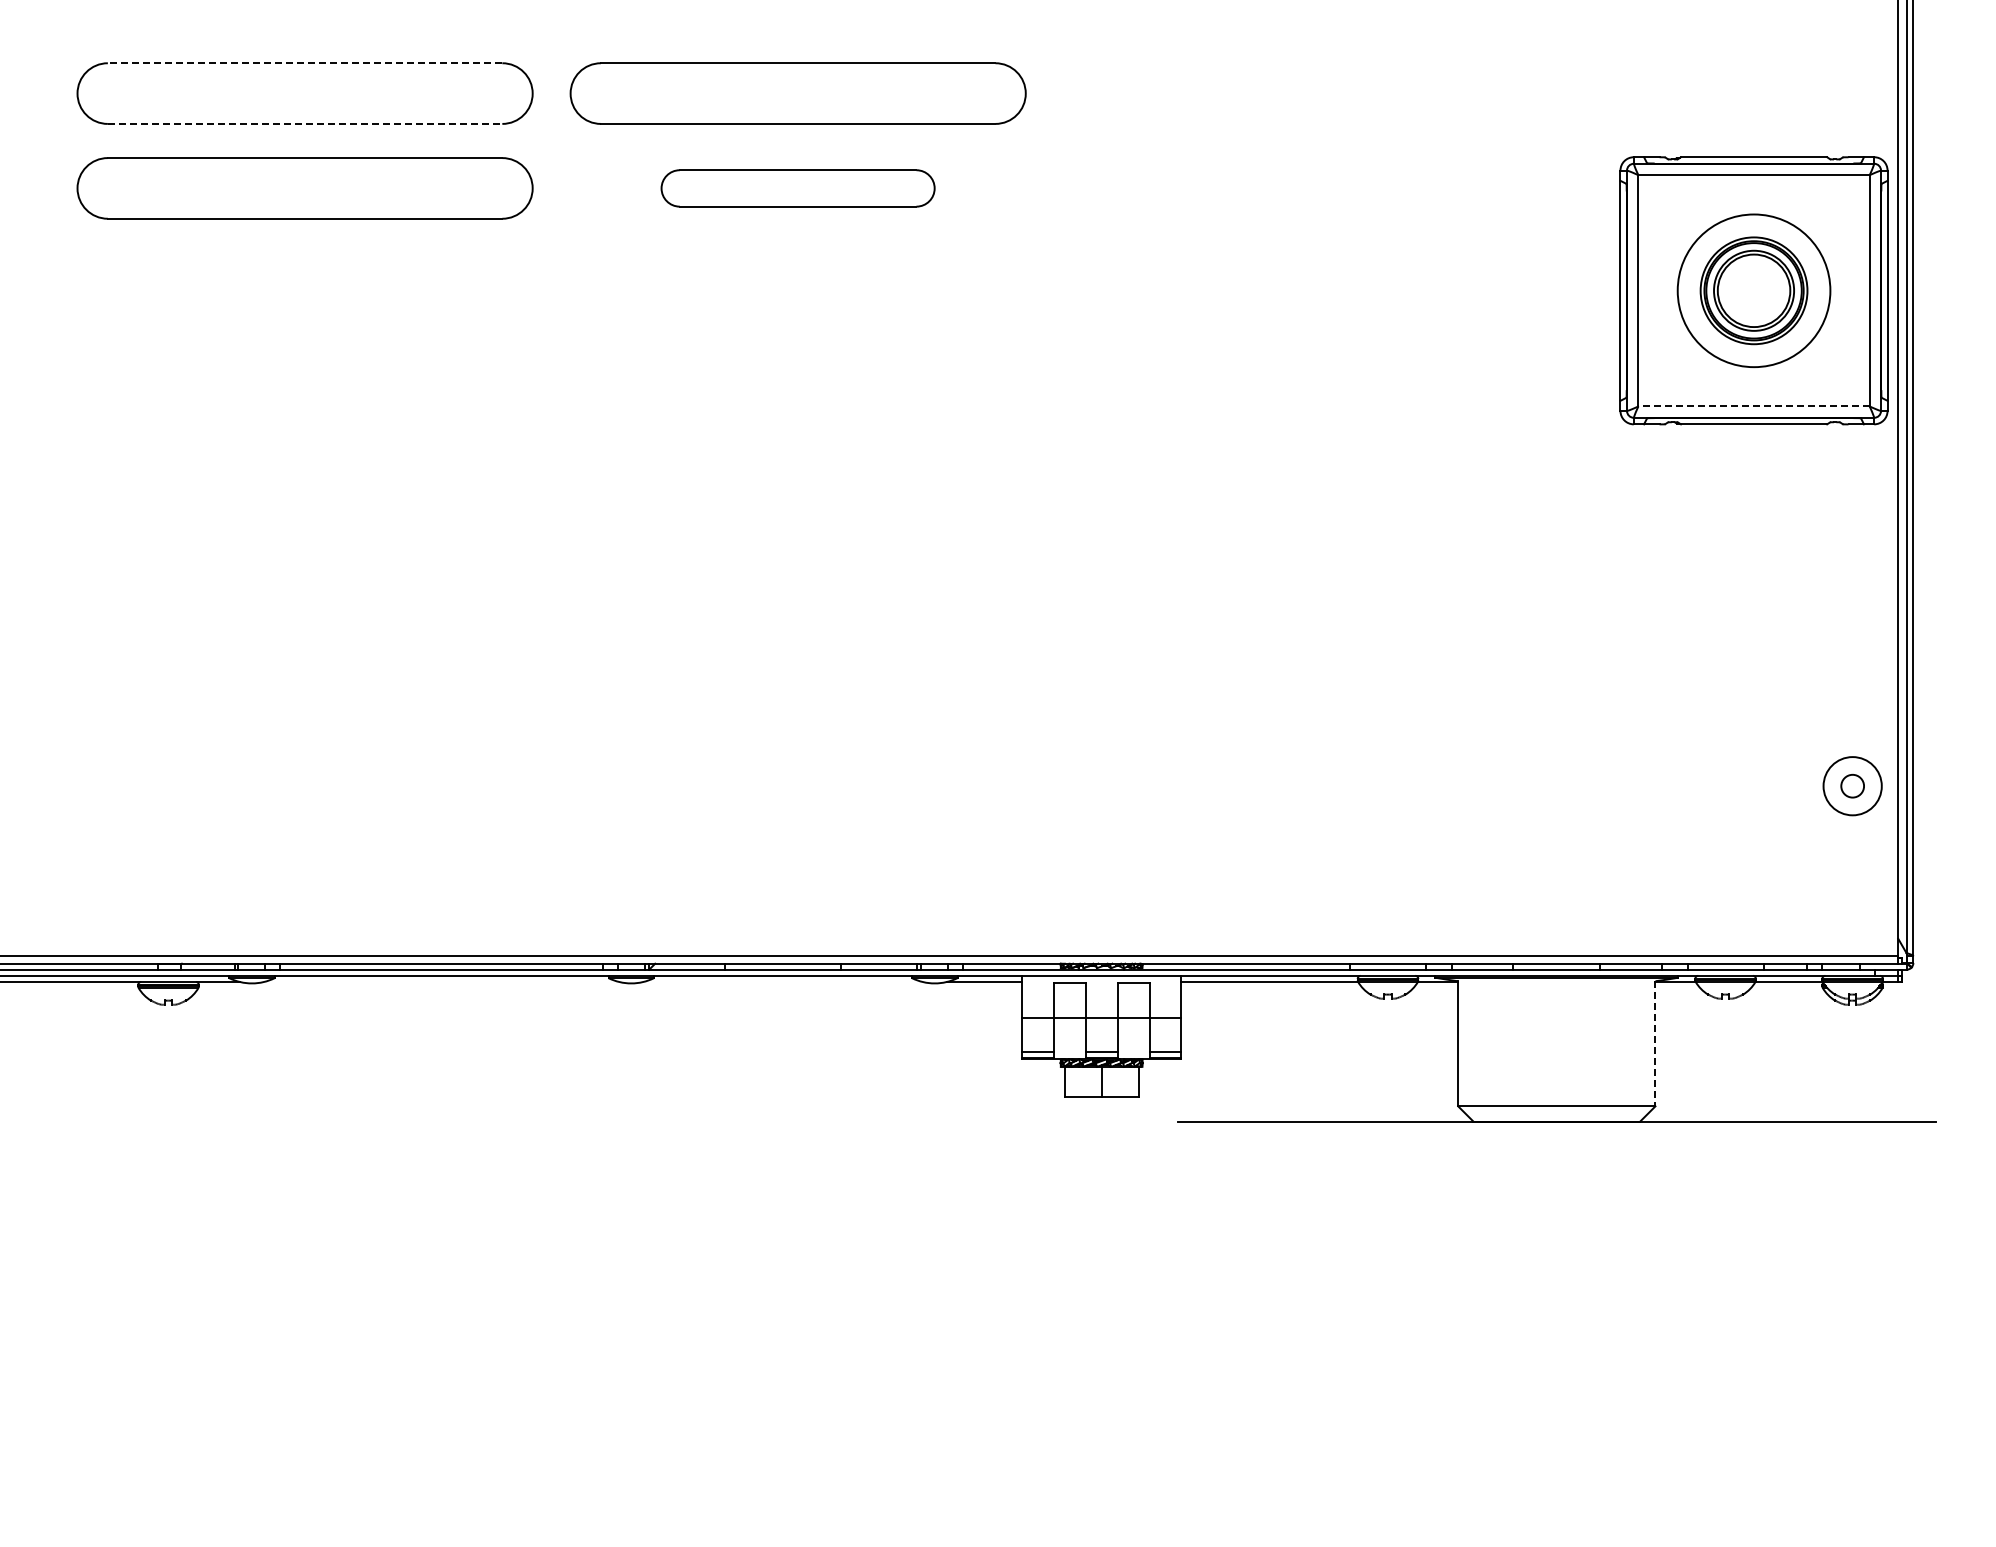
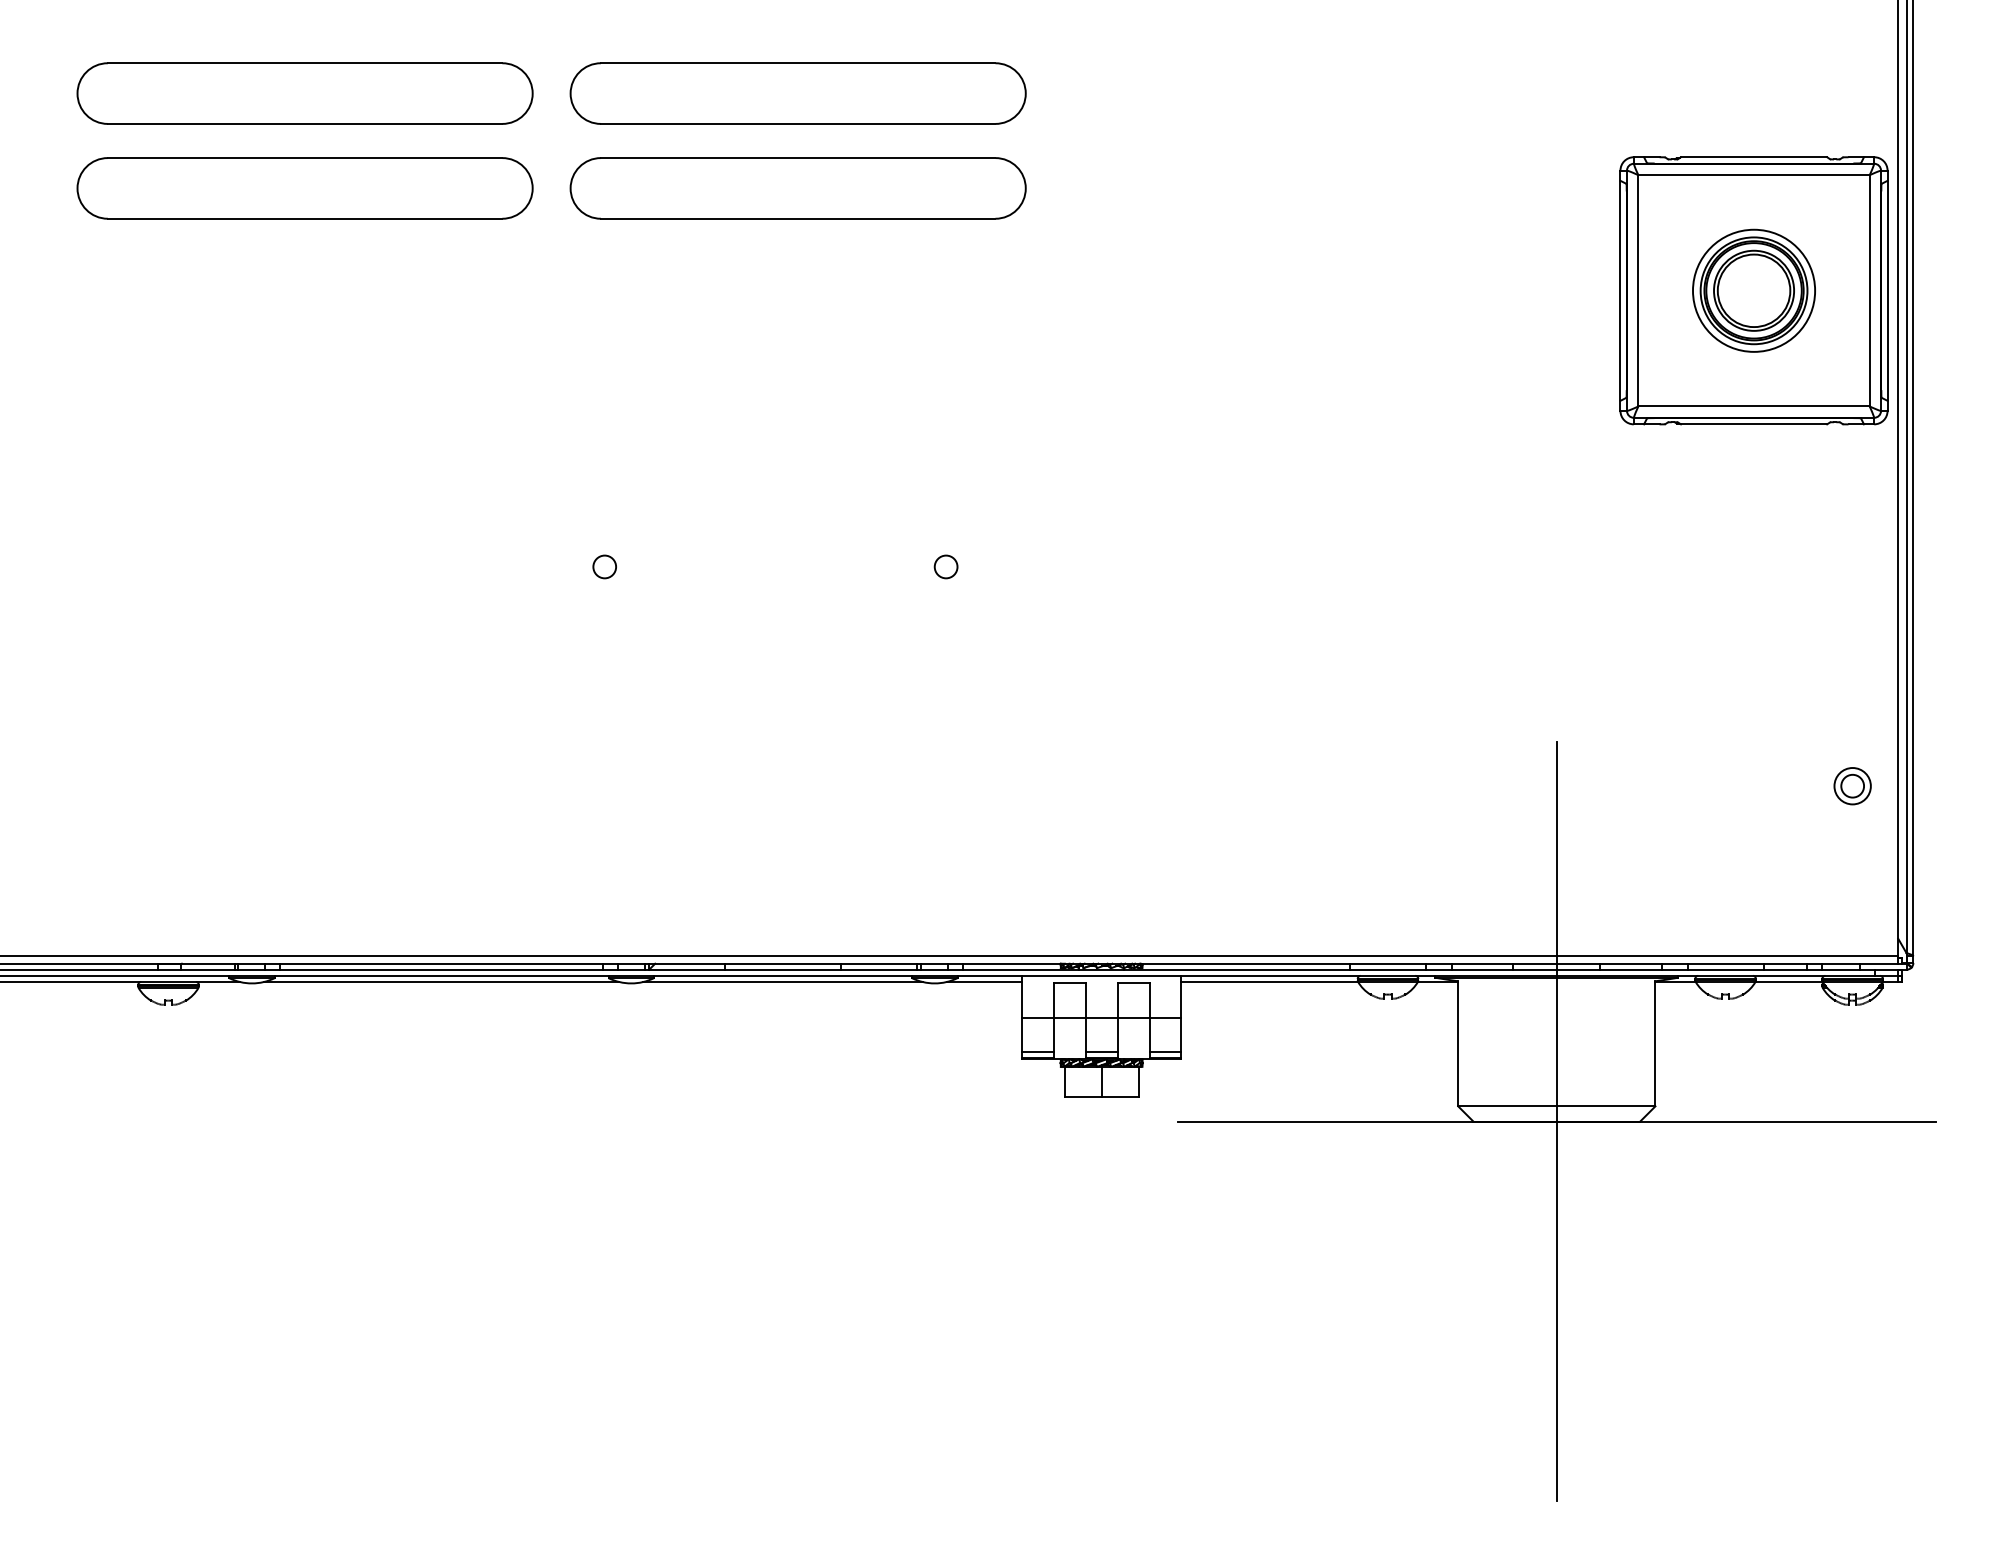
line at (304, 63): dashed -> solid
line at (305, 123): dashed -> solid
part at (797, 188) size: 276x39 px -> 458x63 px
circle at (1753, 290) diameter: 153 px -> 122 px
line at (1754, 406): dashed -> solid
circle at (604, 566): none -> present
circle at (945, 566): none -> present
circle at (1852, 786) diameter: 58 px -> 36 px
line at (441, 981): none -> present
line at (782, 981): none -> present
line at (1655, 1043): dashed -> solid
line at (1556, 1121): none -> present
